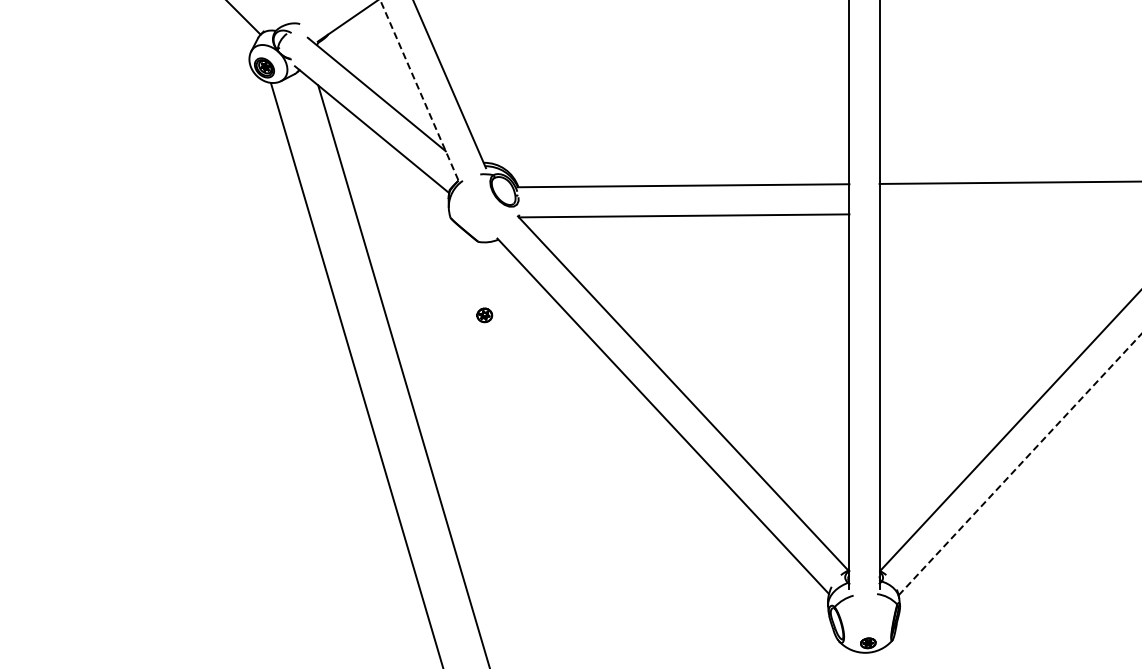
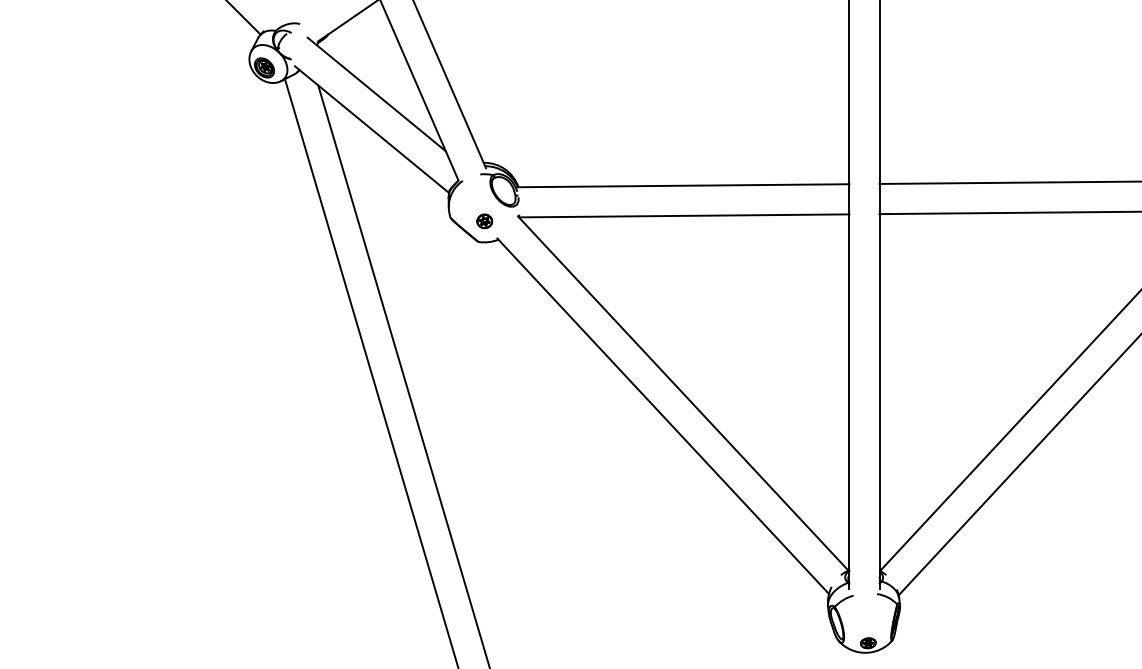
line at (419, 90): dashed -> solid
line at (1008, 212): none -> present
part at (484, 315) position: (484, 315) -> (484, 221)
line at (356, 374) position: (356, 374) -> (370, 372)
line at (1020, 464): dashed -> solid
